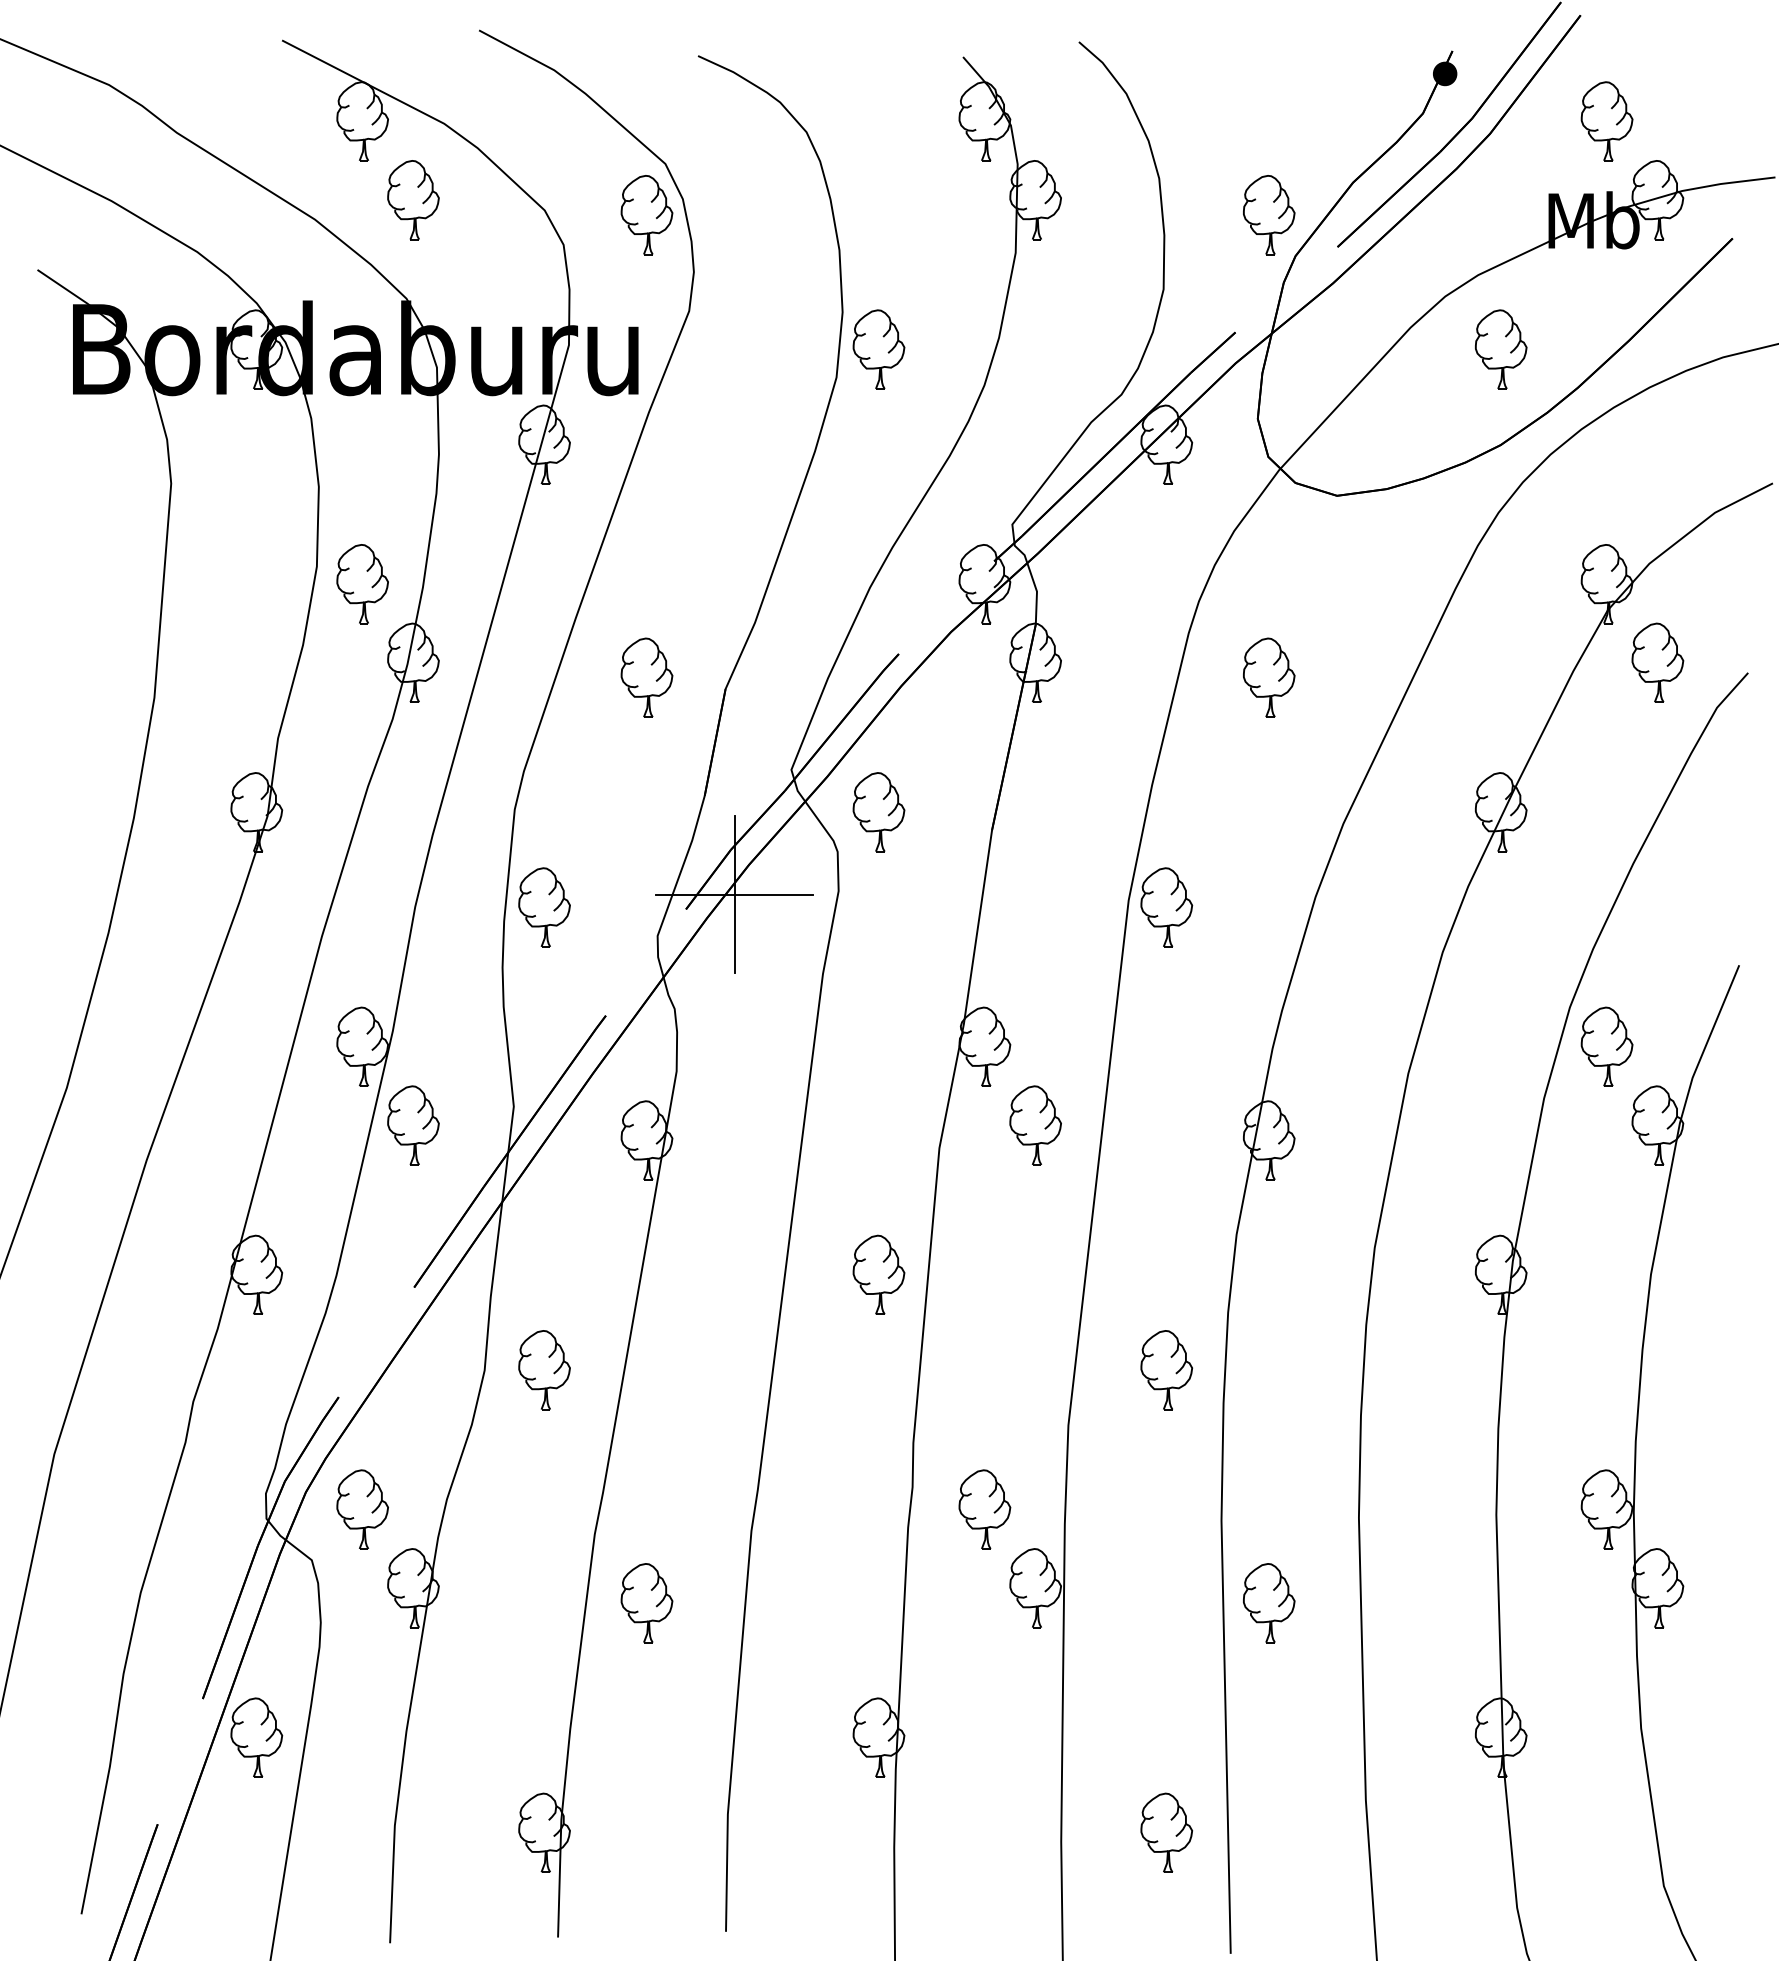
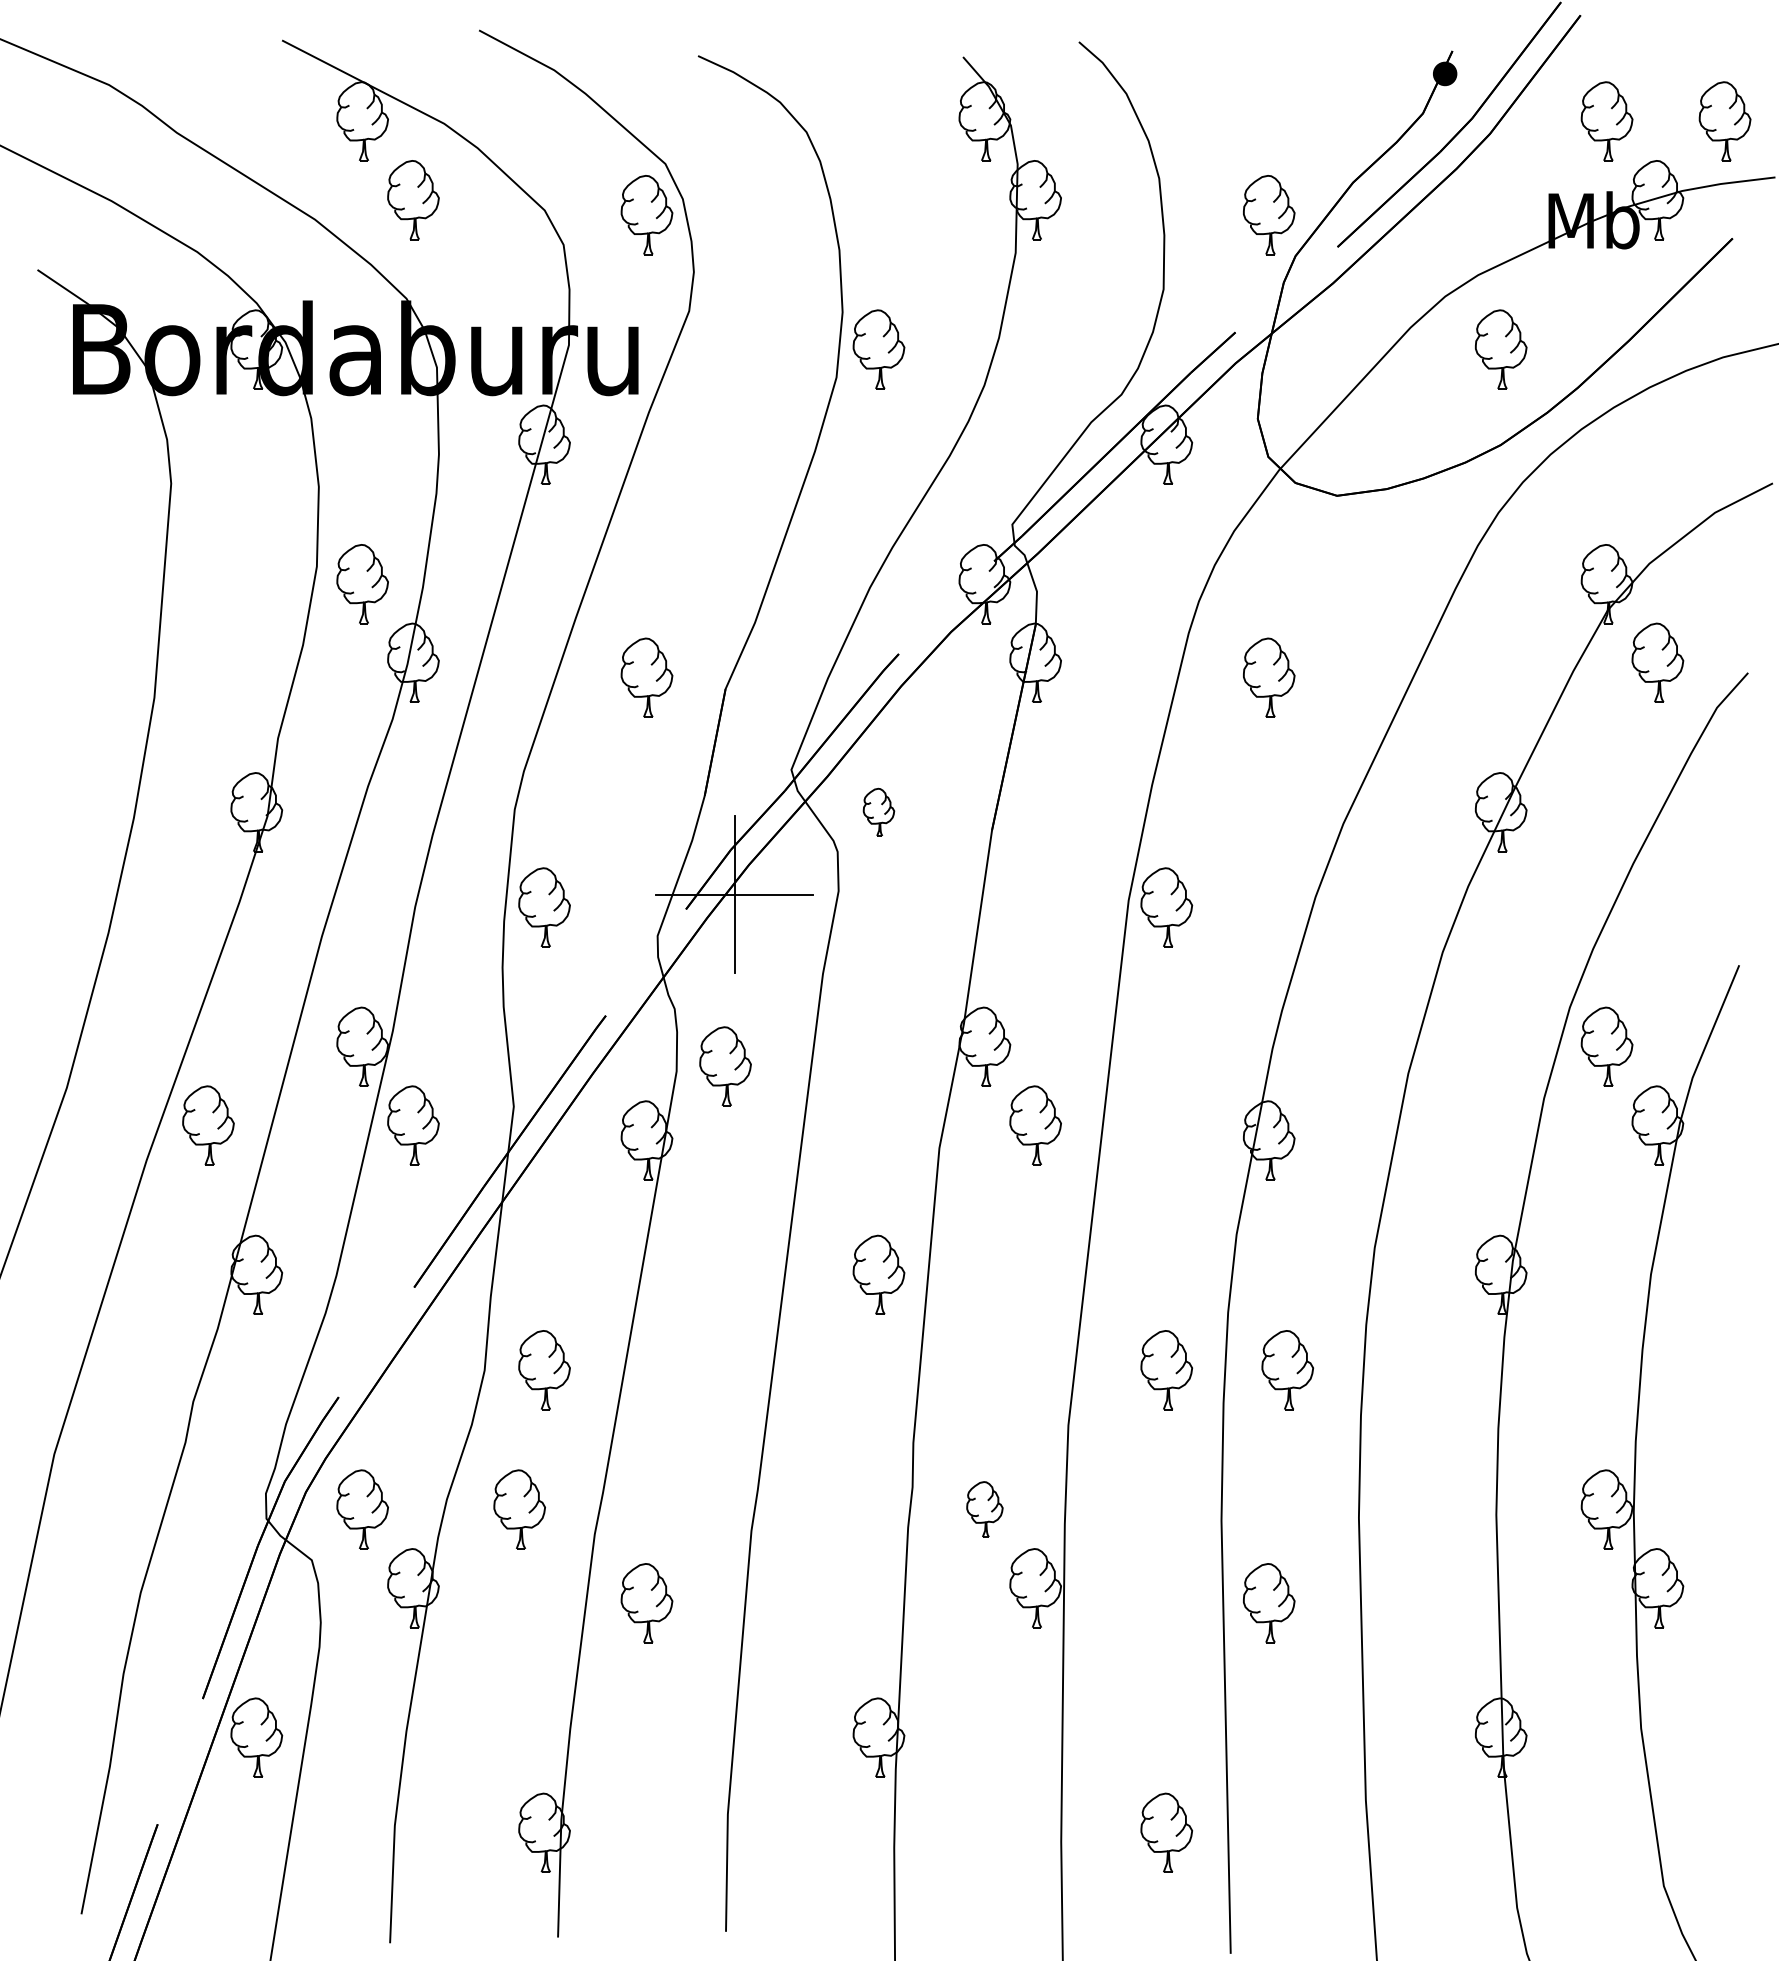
part at (1724, 121): none -> present
part at (878, 812) size: 54x81 px -> 34x50 px
part at (725, 1066): none -> present
part at (208, 1125): none -> present
part at (1287, 1370): none -> present
part at (519, 1509): none -> present
part at (984, 1509) size: 54x81 px -> 38x57 px
